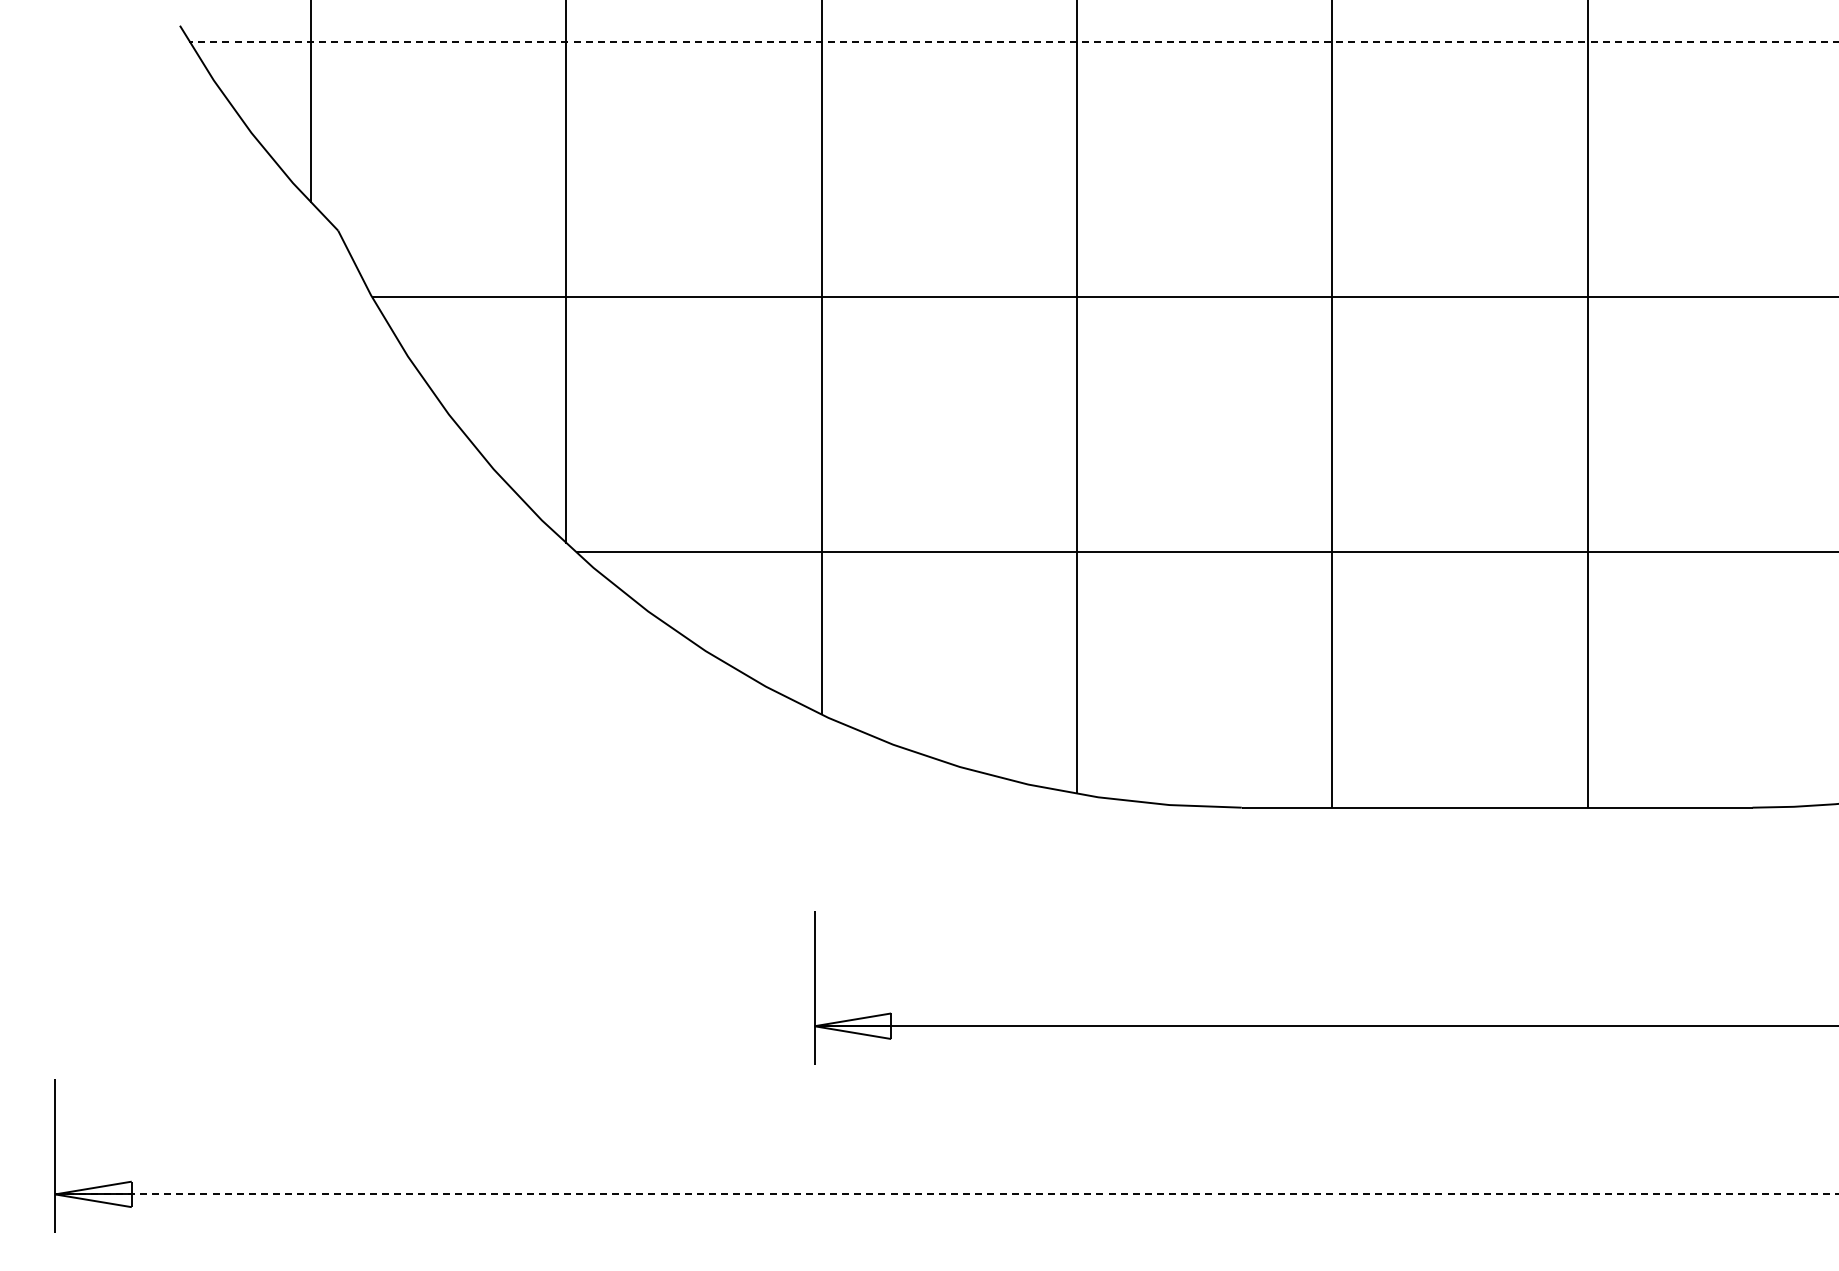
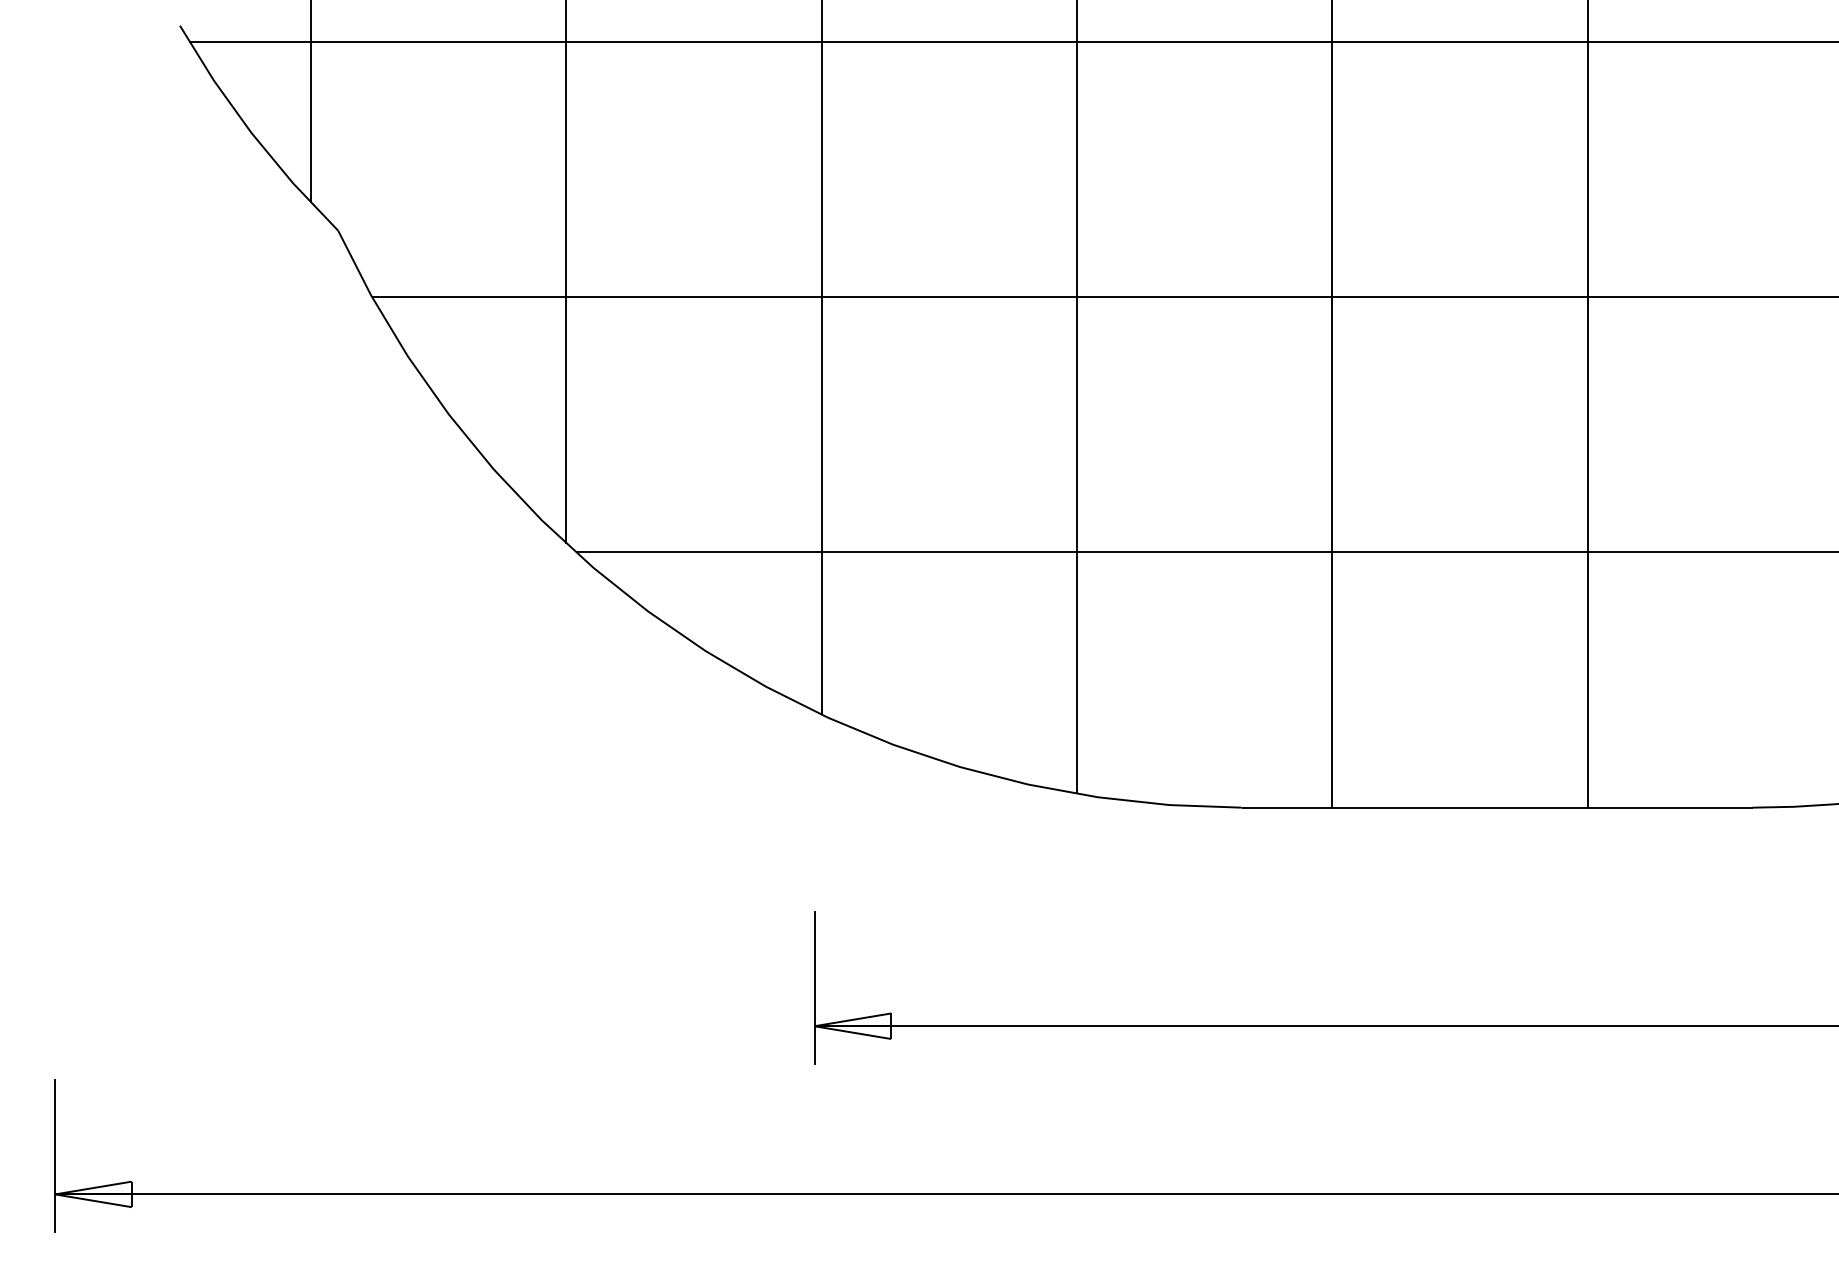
line at (1013, 41): dashed -> solid
line at (946, 1194): dashed -> solid
